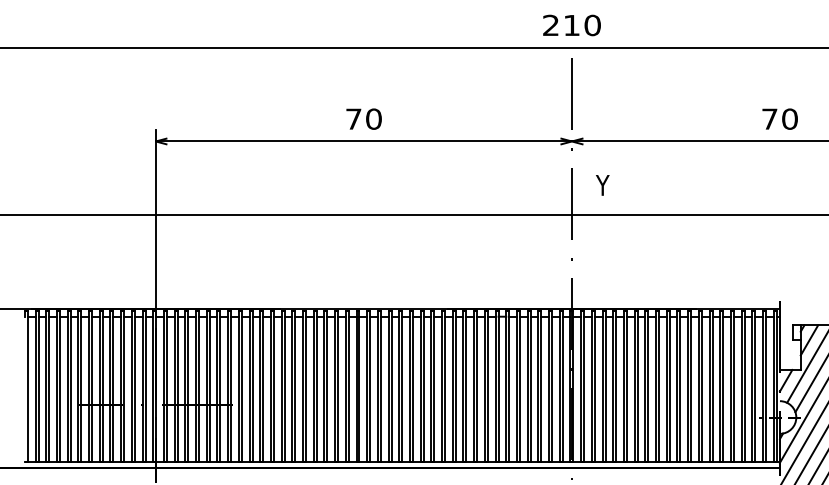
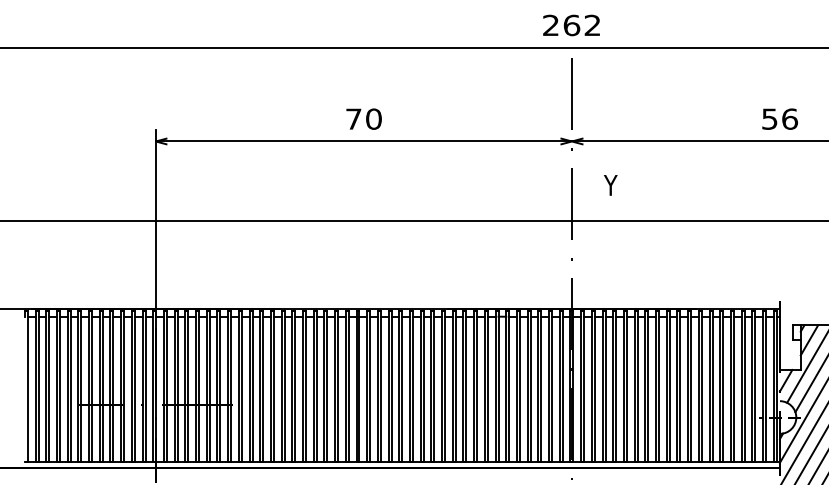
text at (581, 25): 210 -> 262
text at (780, 118): 70 -> 56
text at (602, 185) position: (602, 185) -> (610, 185)
line at (413, 215) position: (413, 215) -> (413, 221)
